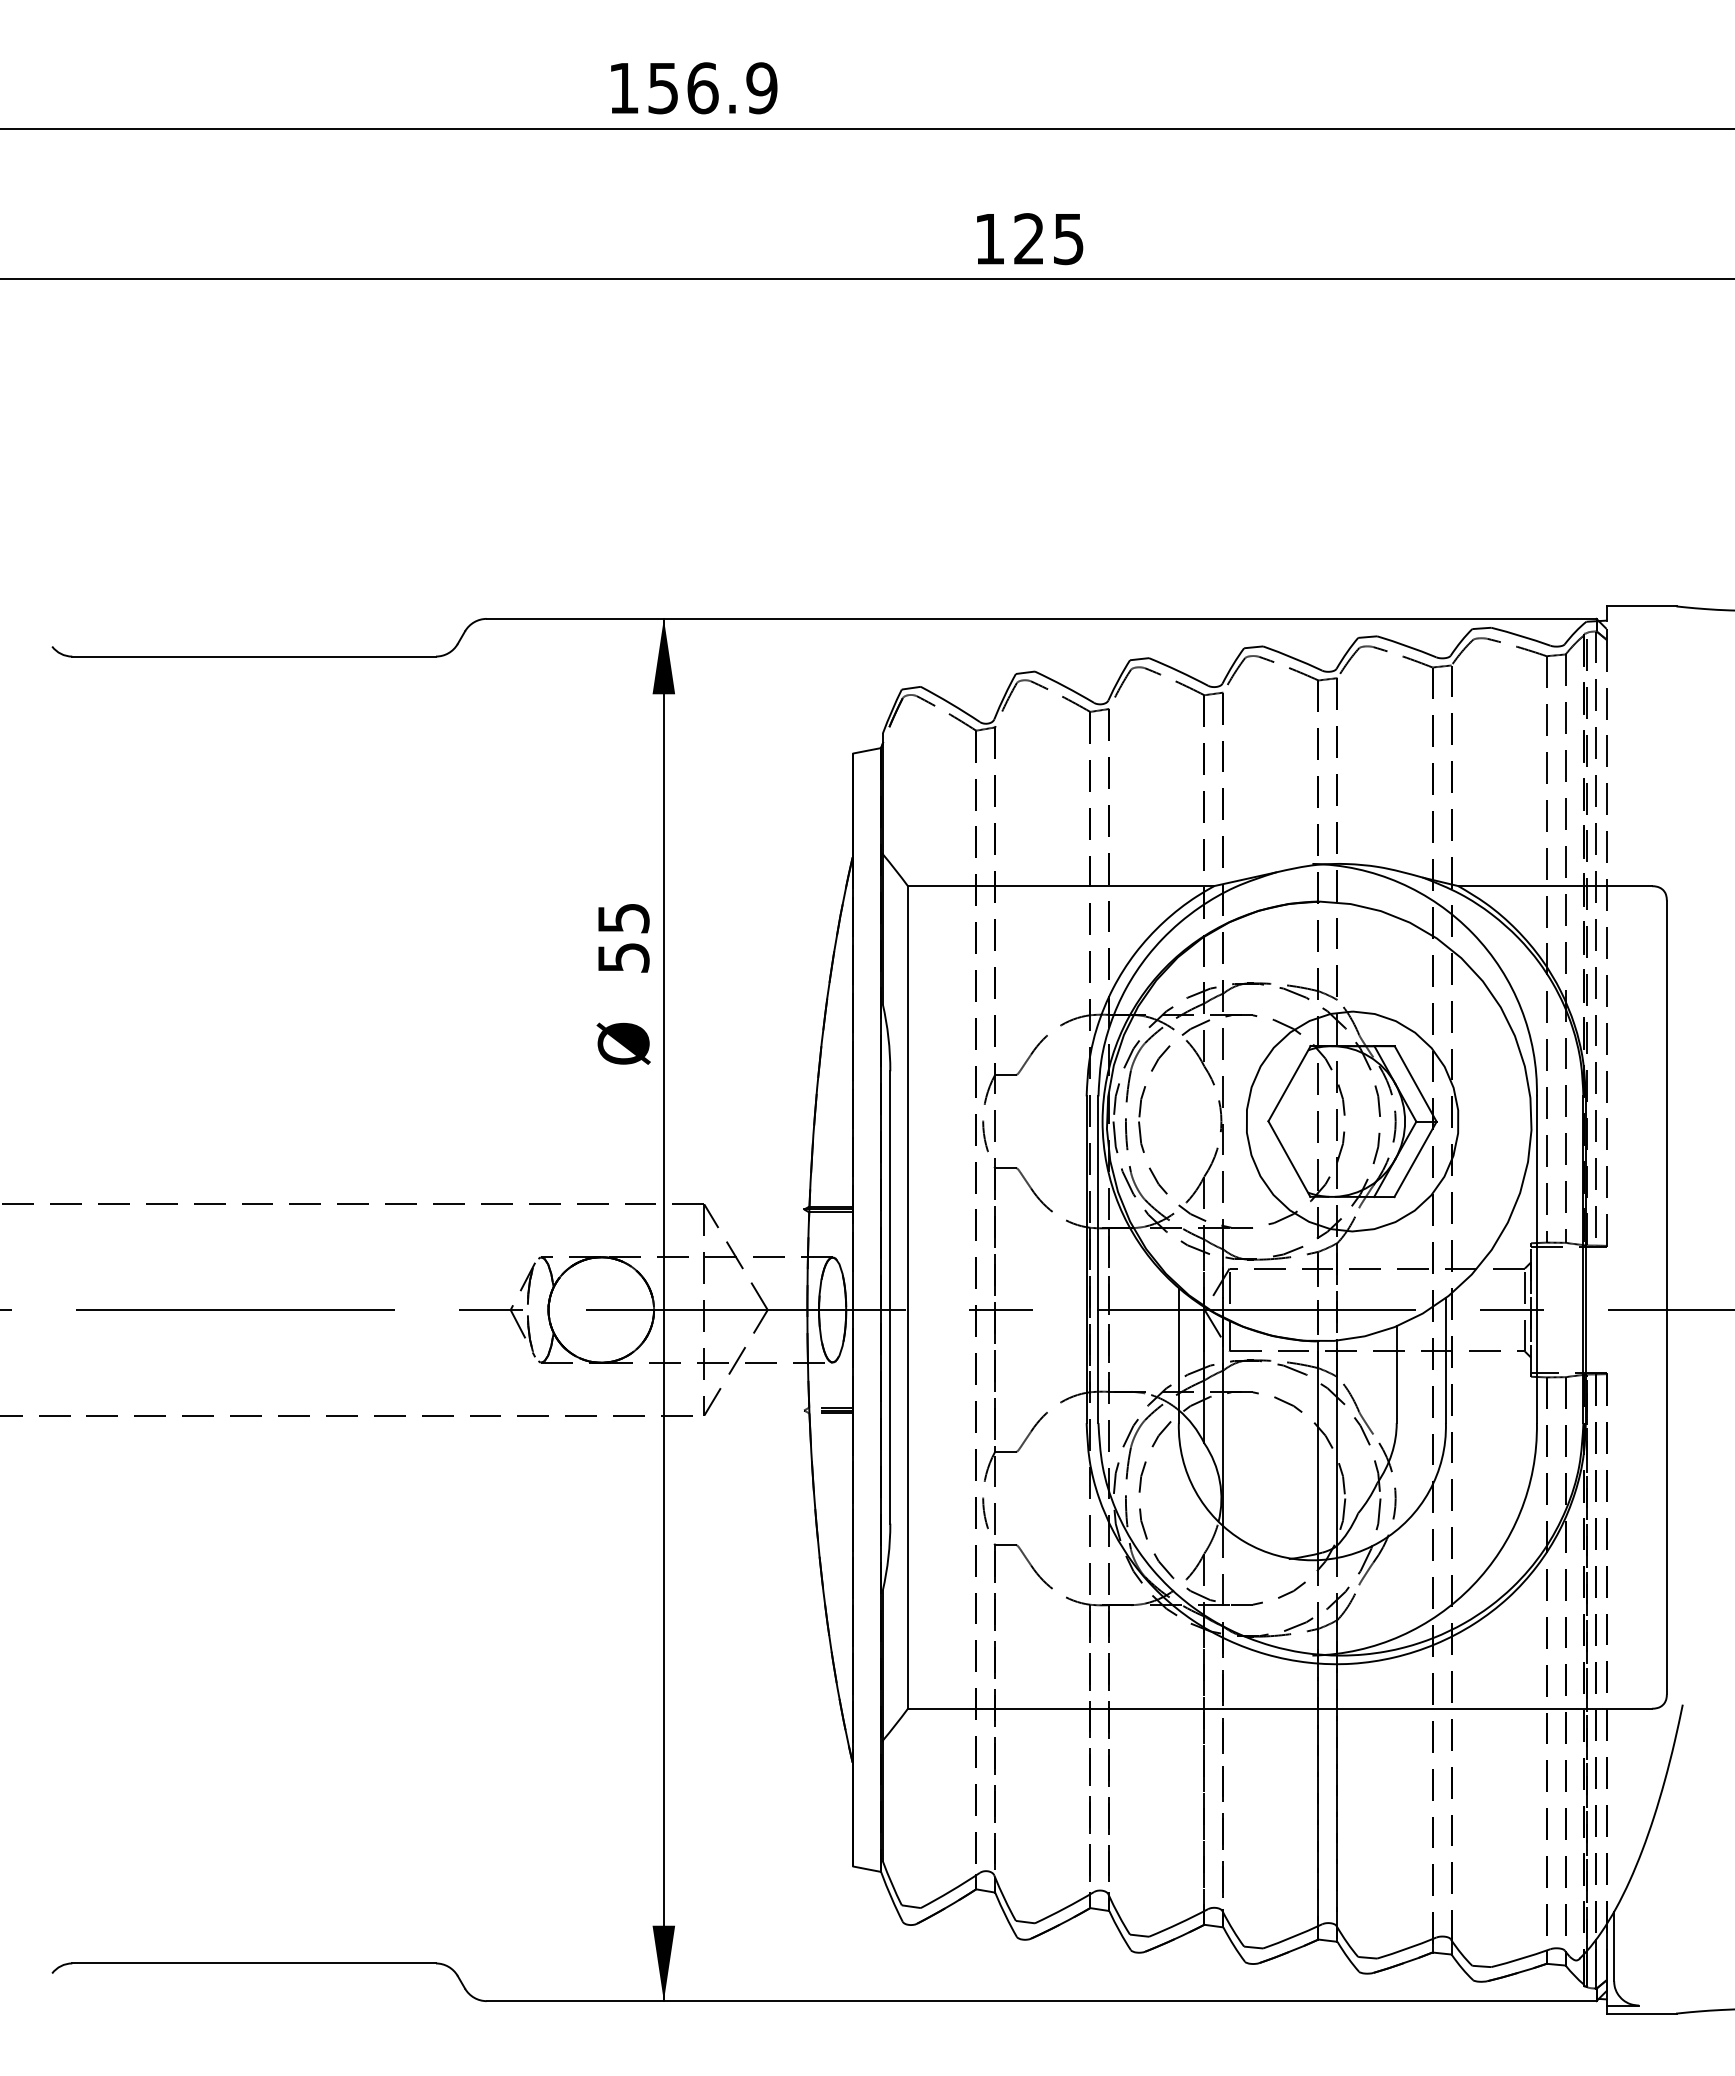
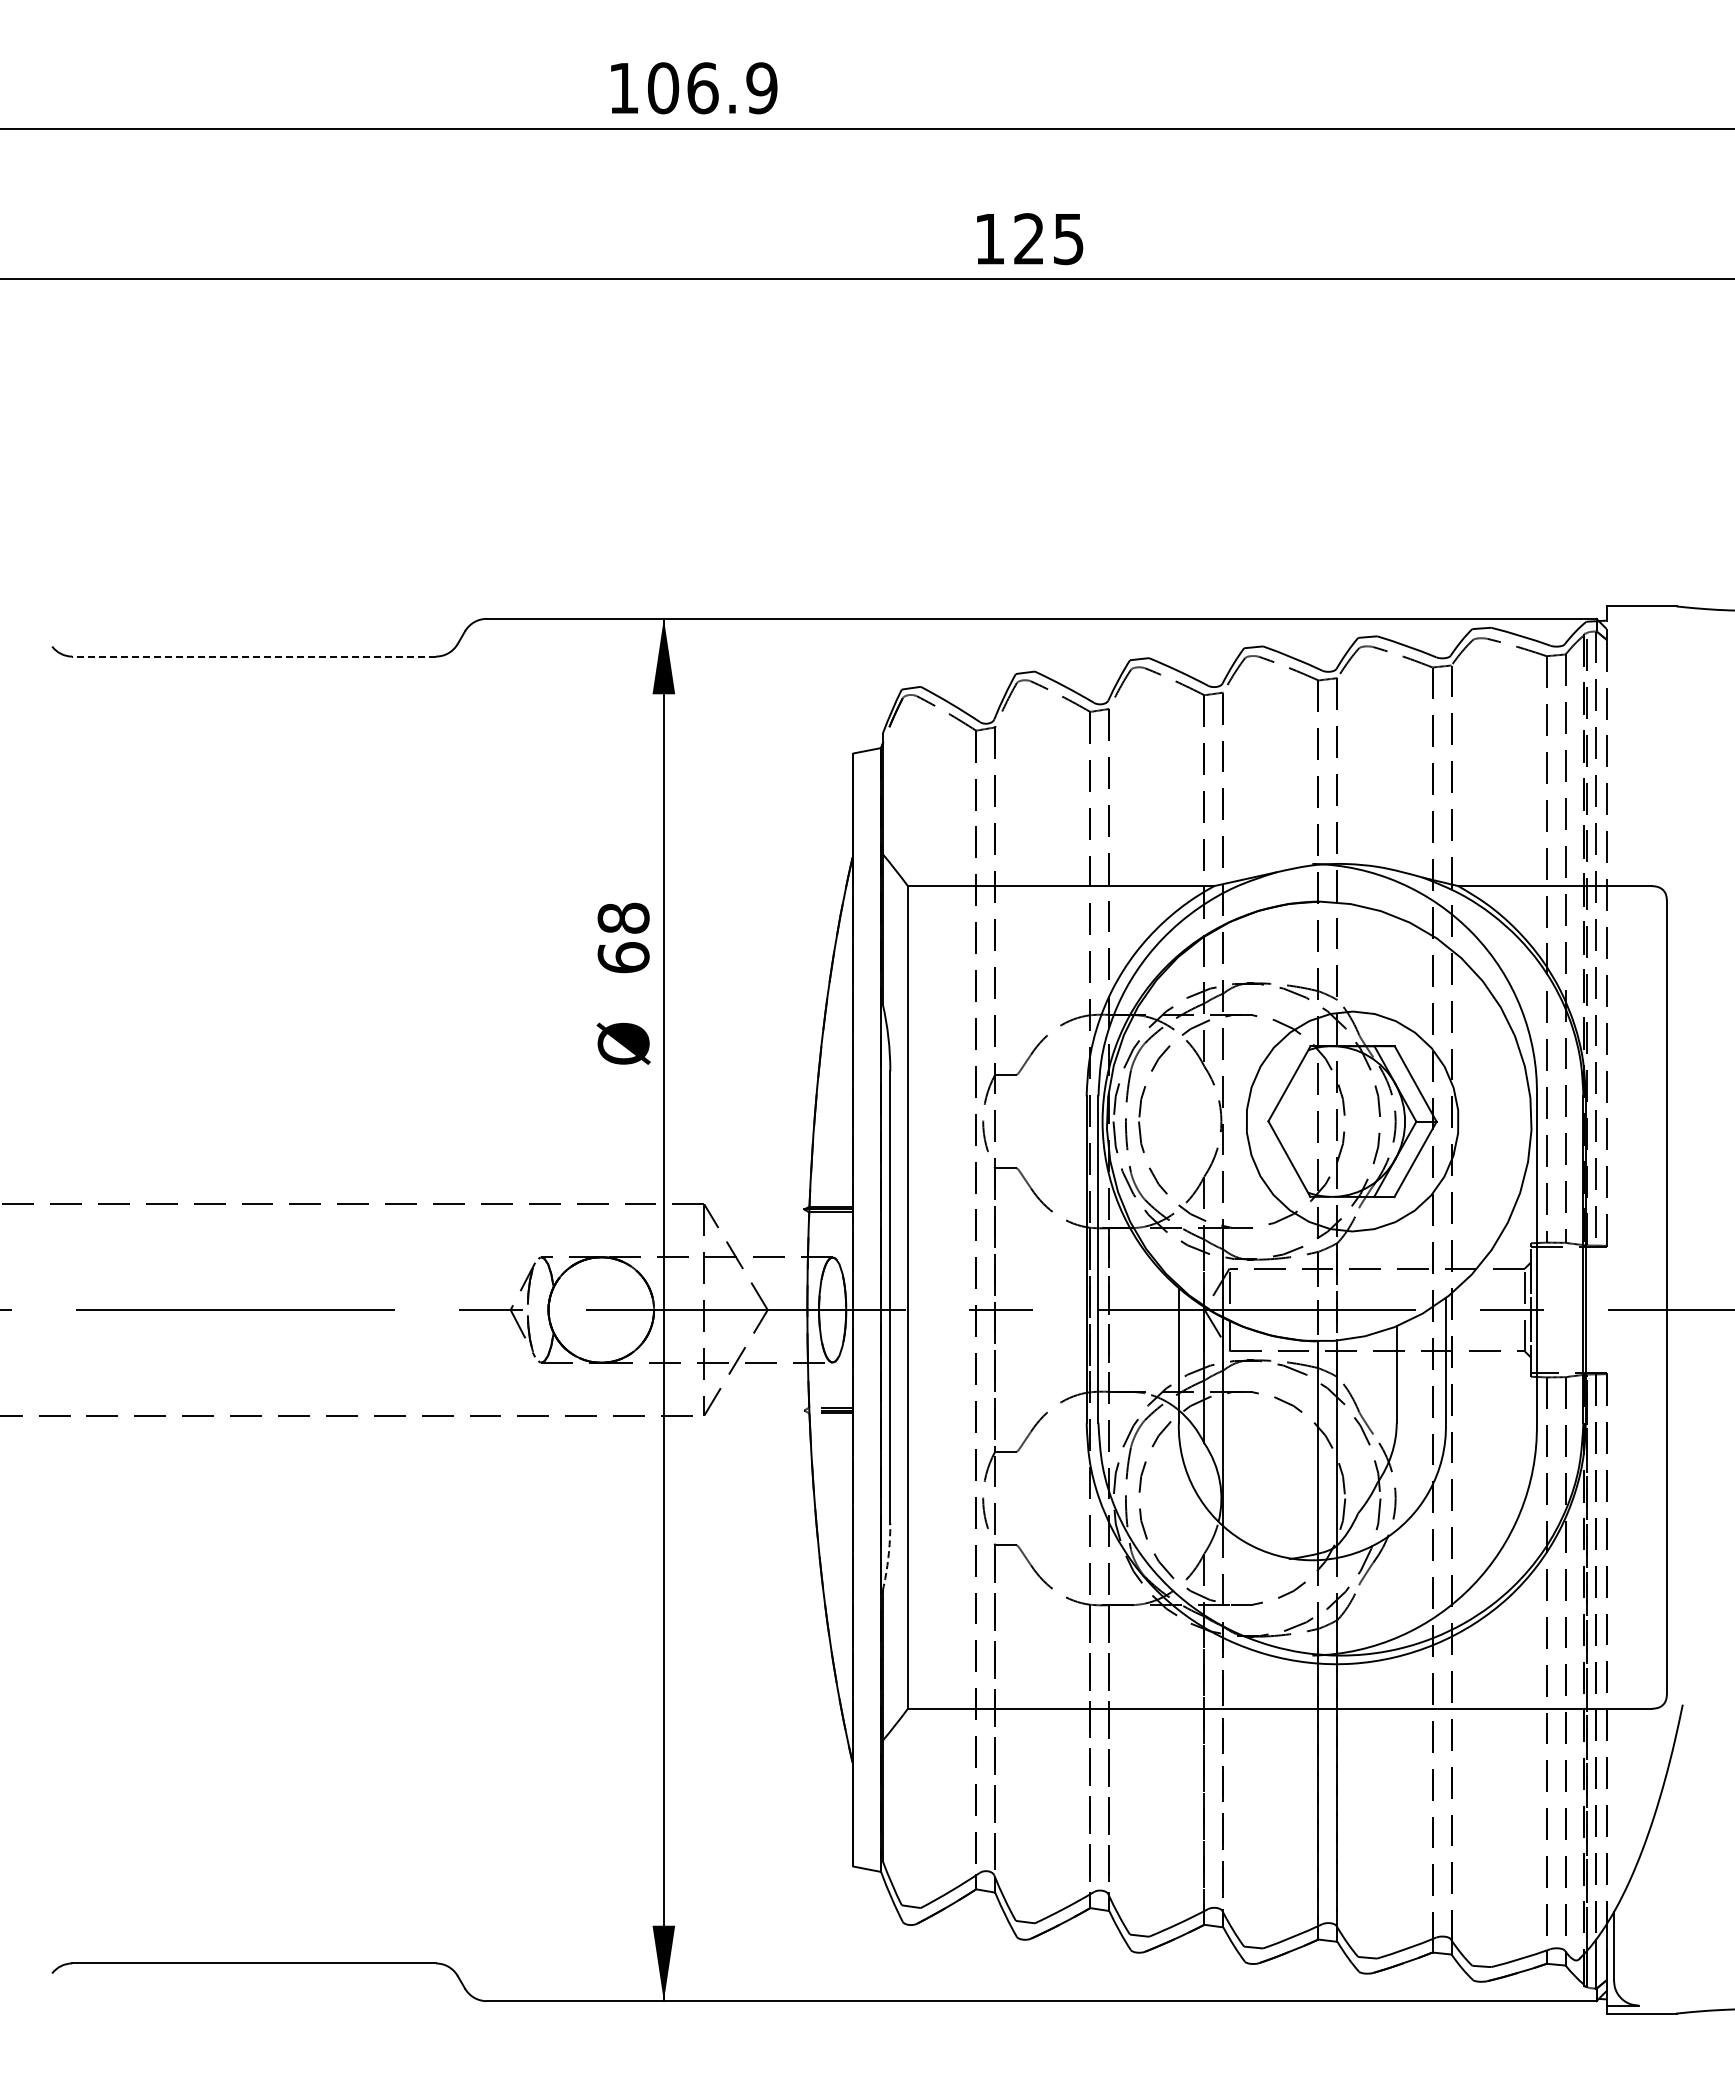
text at (663, 88): 156.9 -> 106.9
line at (254, 656): solid -> dashed
text at (623, 937): 55 -> 68
arc at (888, 1557): solid -> dashed
